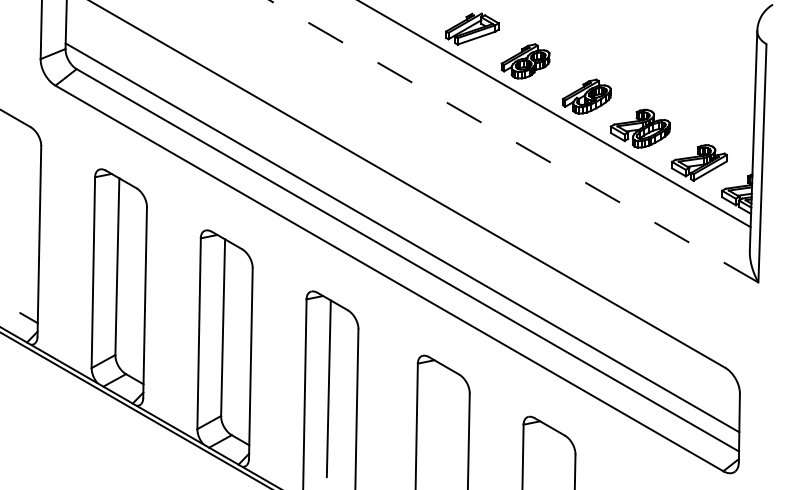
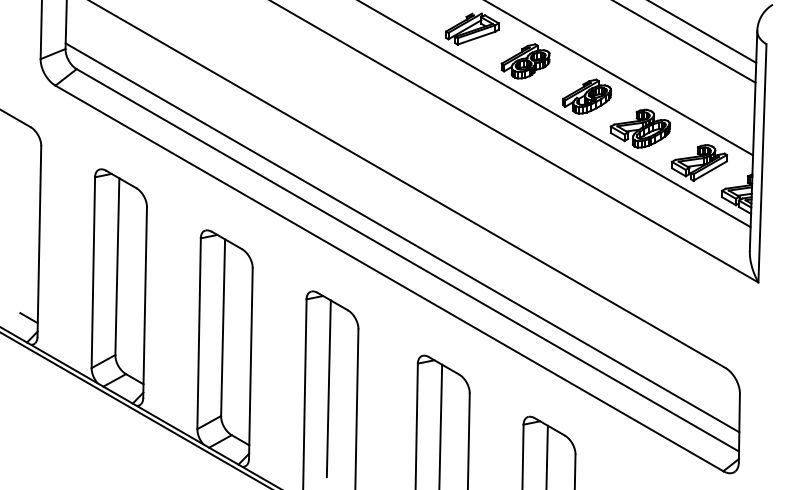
line at (703, 32): none -> present
line at (685, 42): none -> present
line at (620, 78): none -> present
line at (513, 141): dashed -> solid
line at (440, 425): none -> present
line at (546, 455): none -> present
